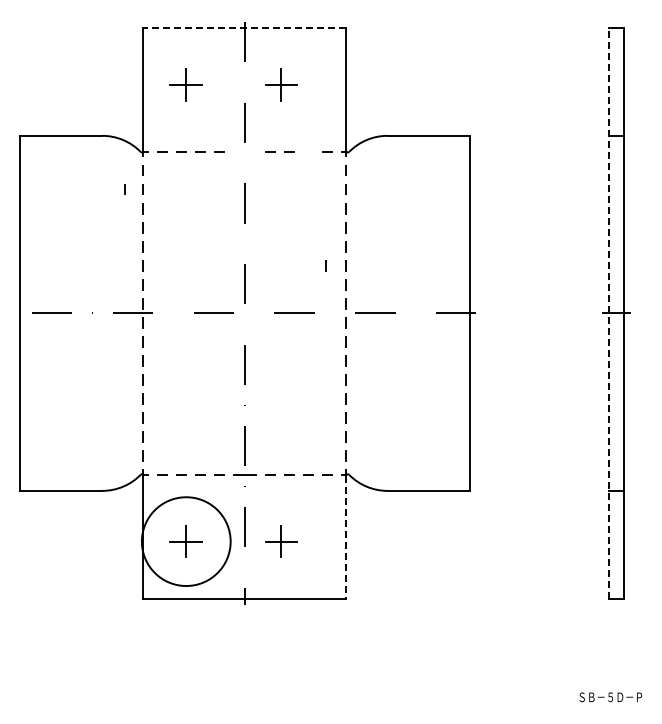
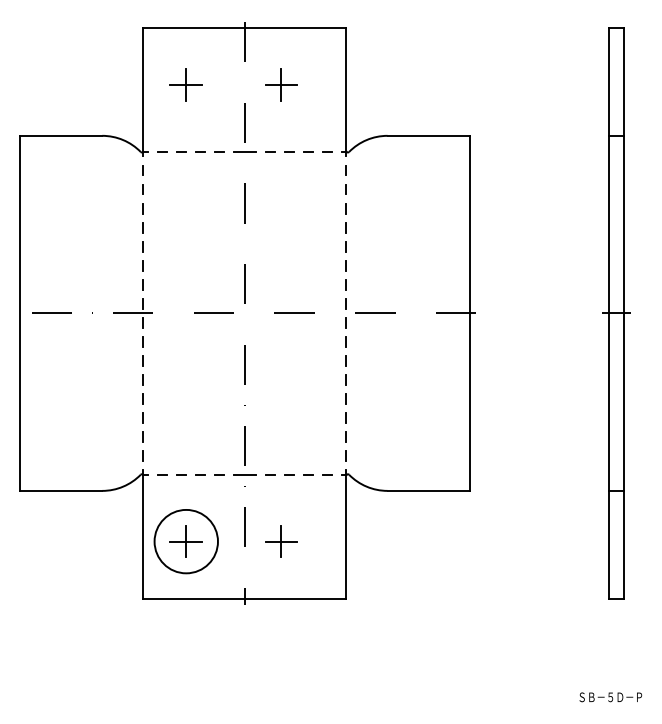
line at (244, 28): dashed -> solid
line at (244, 151): none -> present
line at (308, 151): none -> present
line at (124, 189): present -> none
line at (325, 265): present -> none
line at (608, 312): dashed -> solid
line at (346, 537): dashed -> solid
circle at (185, 541) diameter: 89 px -> 63 px
